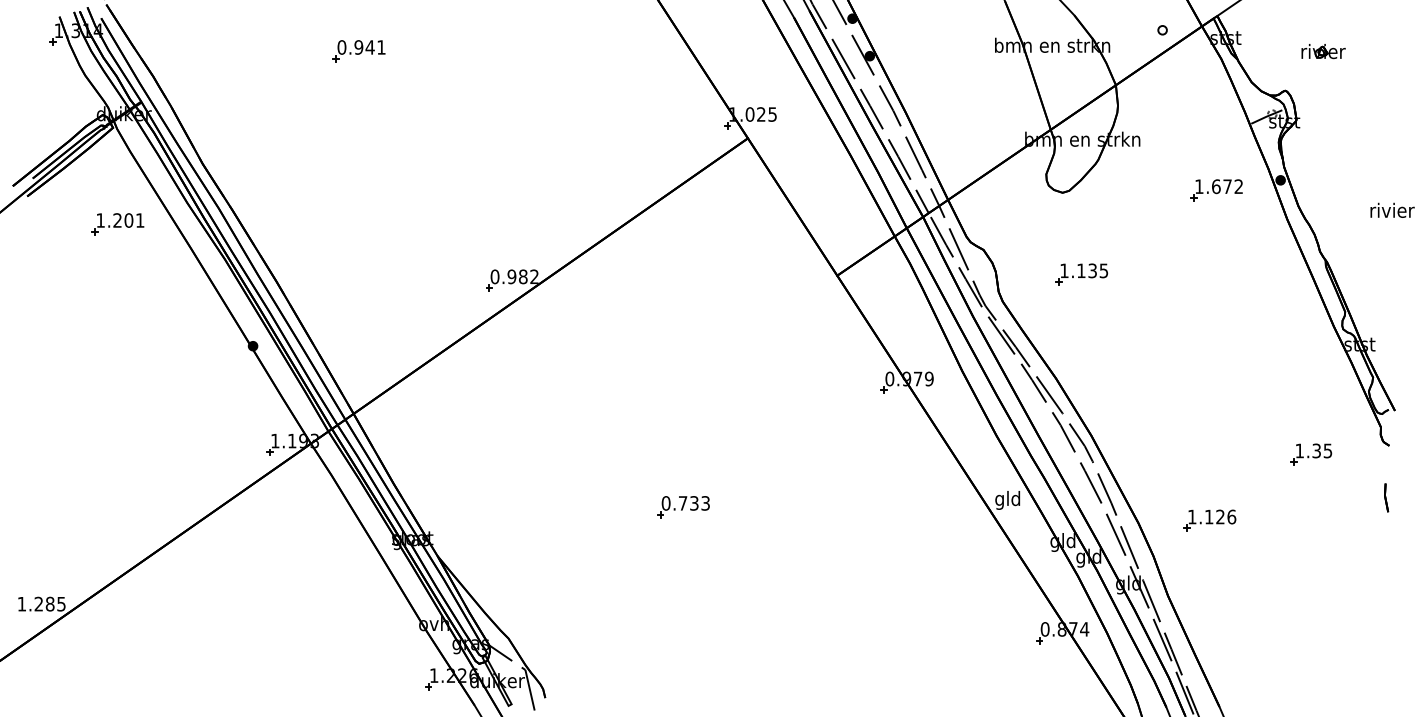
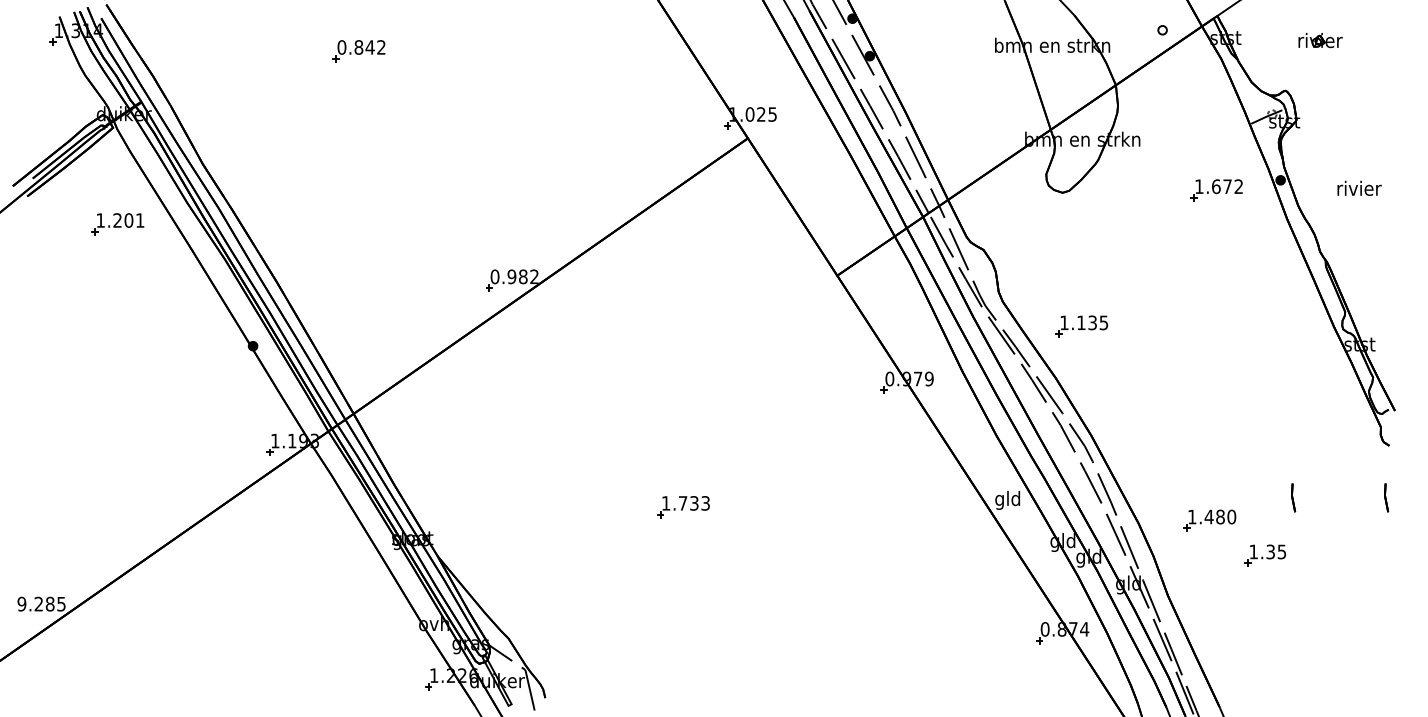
text at (369, 47): 0.941 -> 0.842
part at (1323, 51) position: (1323, 51) -> (1320, 40)
text at (1392, 209) position: (1392, 209) -> (1359, 187)
part at (1081, 274) position: (1081, 274) -> (1081, 326)
part at (1311, 454) position: (1311, 454) -> (1265, 555)
part at (1293, 497): none -> present
text at (665, 503): 0.733 -> 1.733
text at (1220, 516): 1.126 -> 1.480
text at (21, 603): 1.285 -> 9.285
